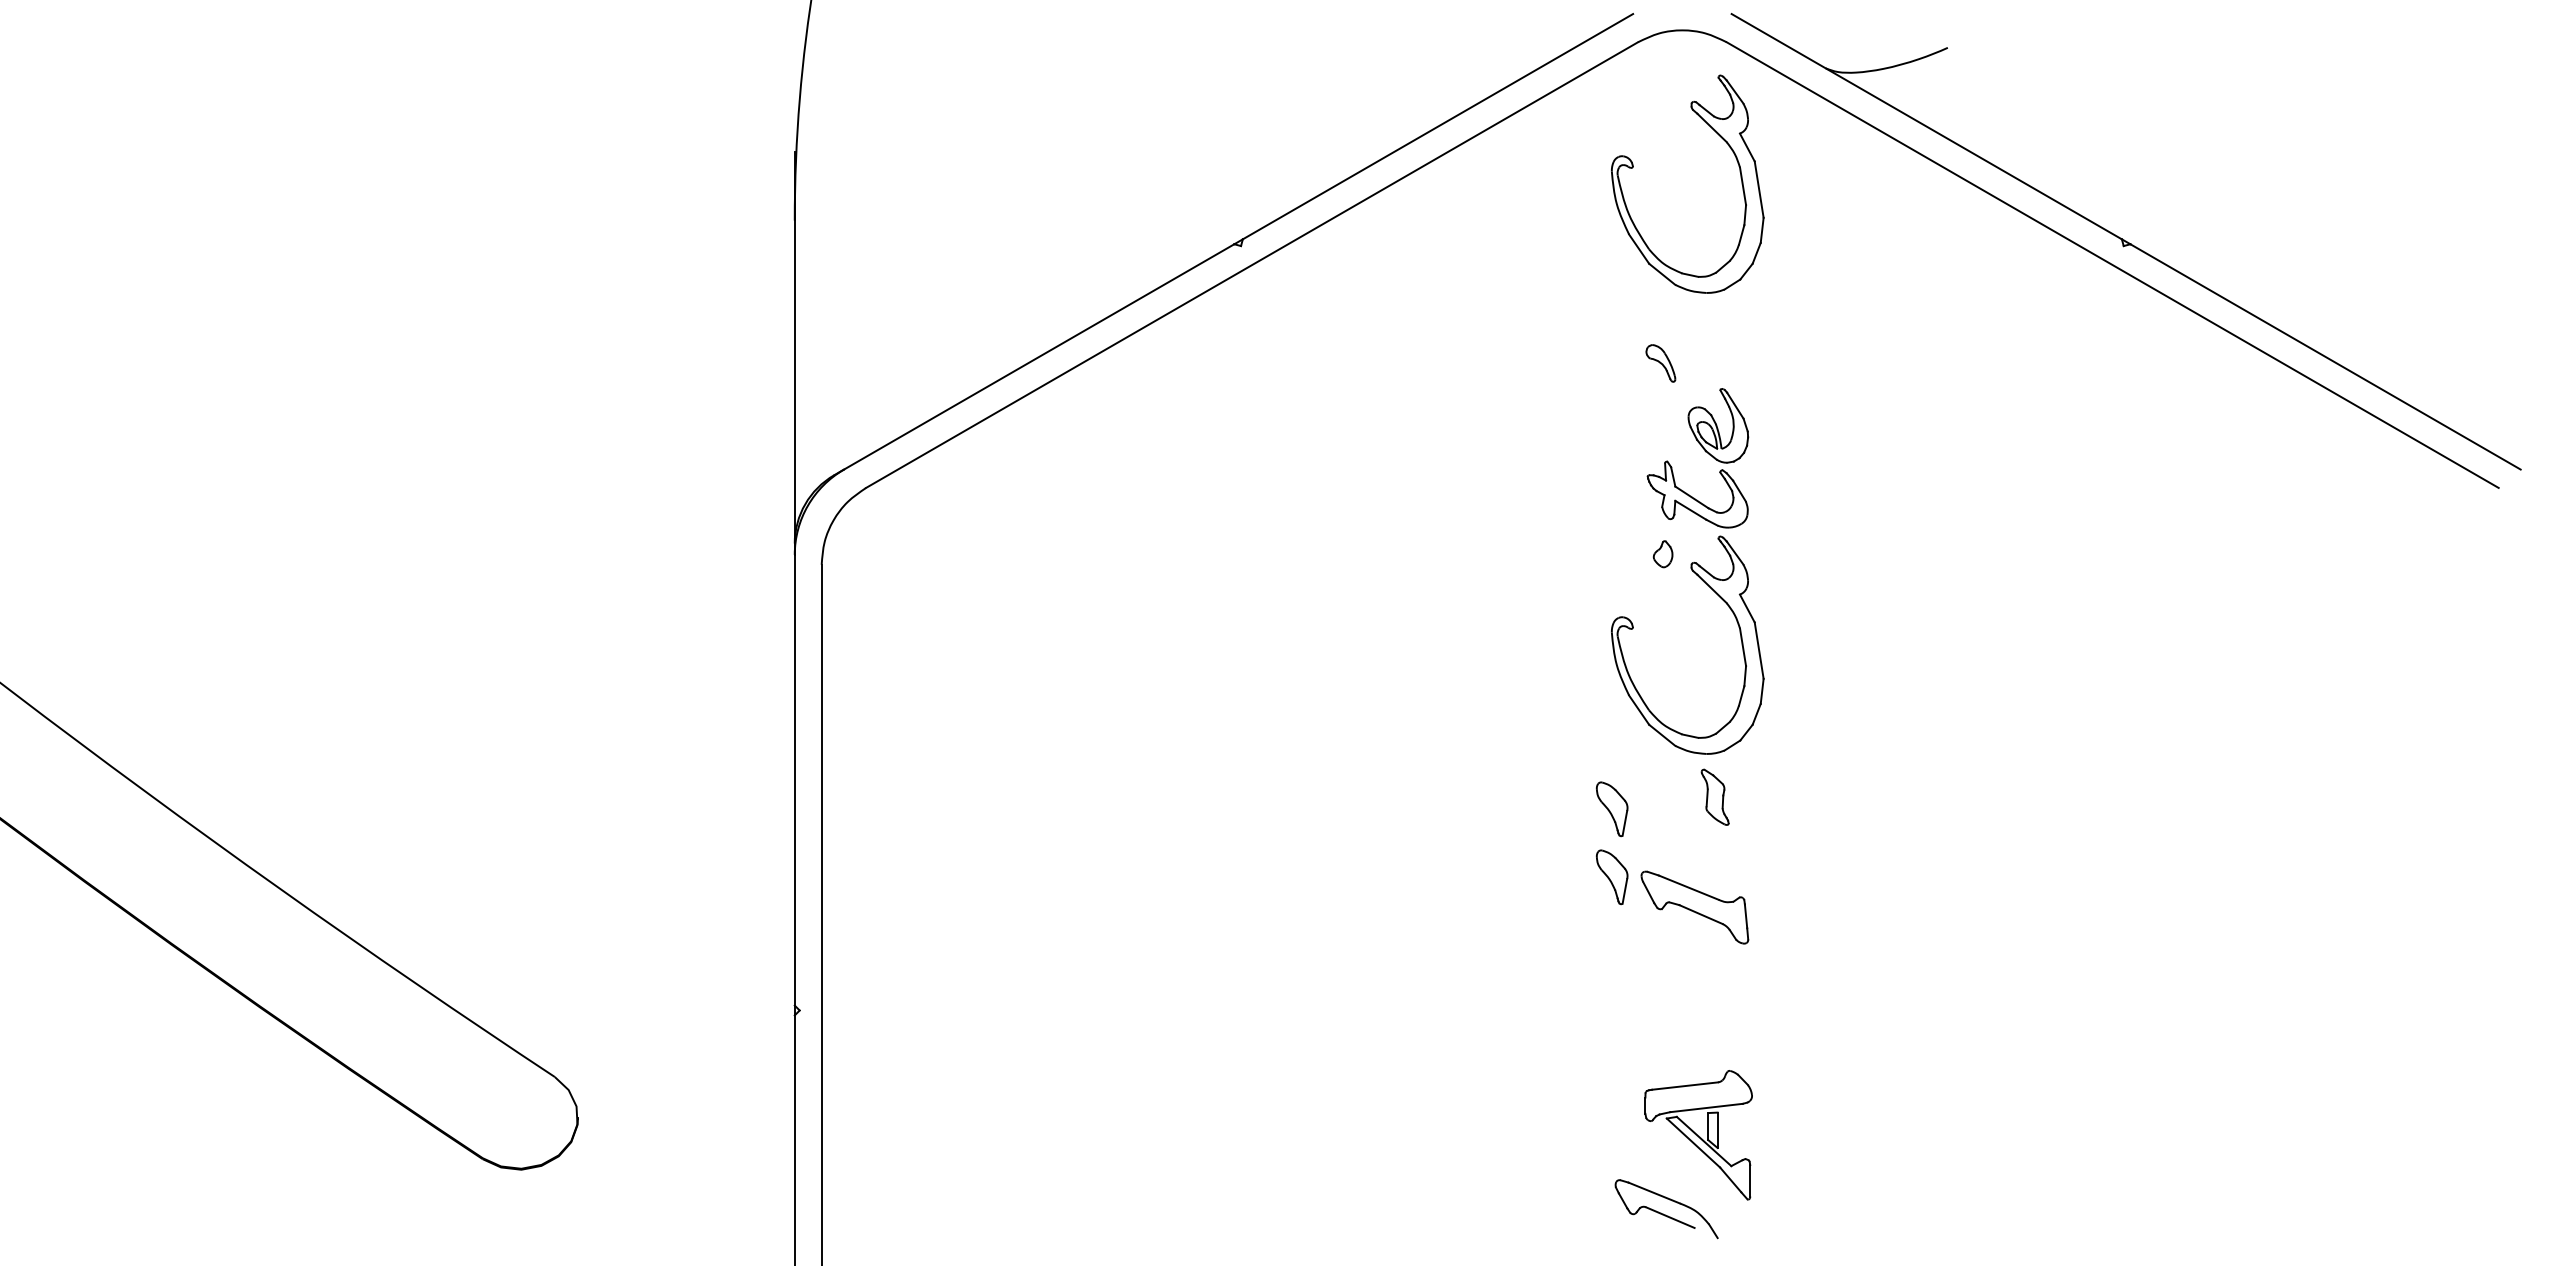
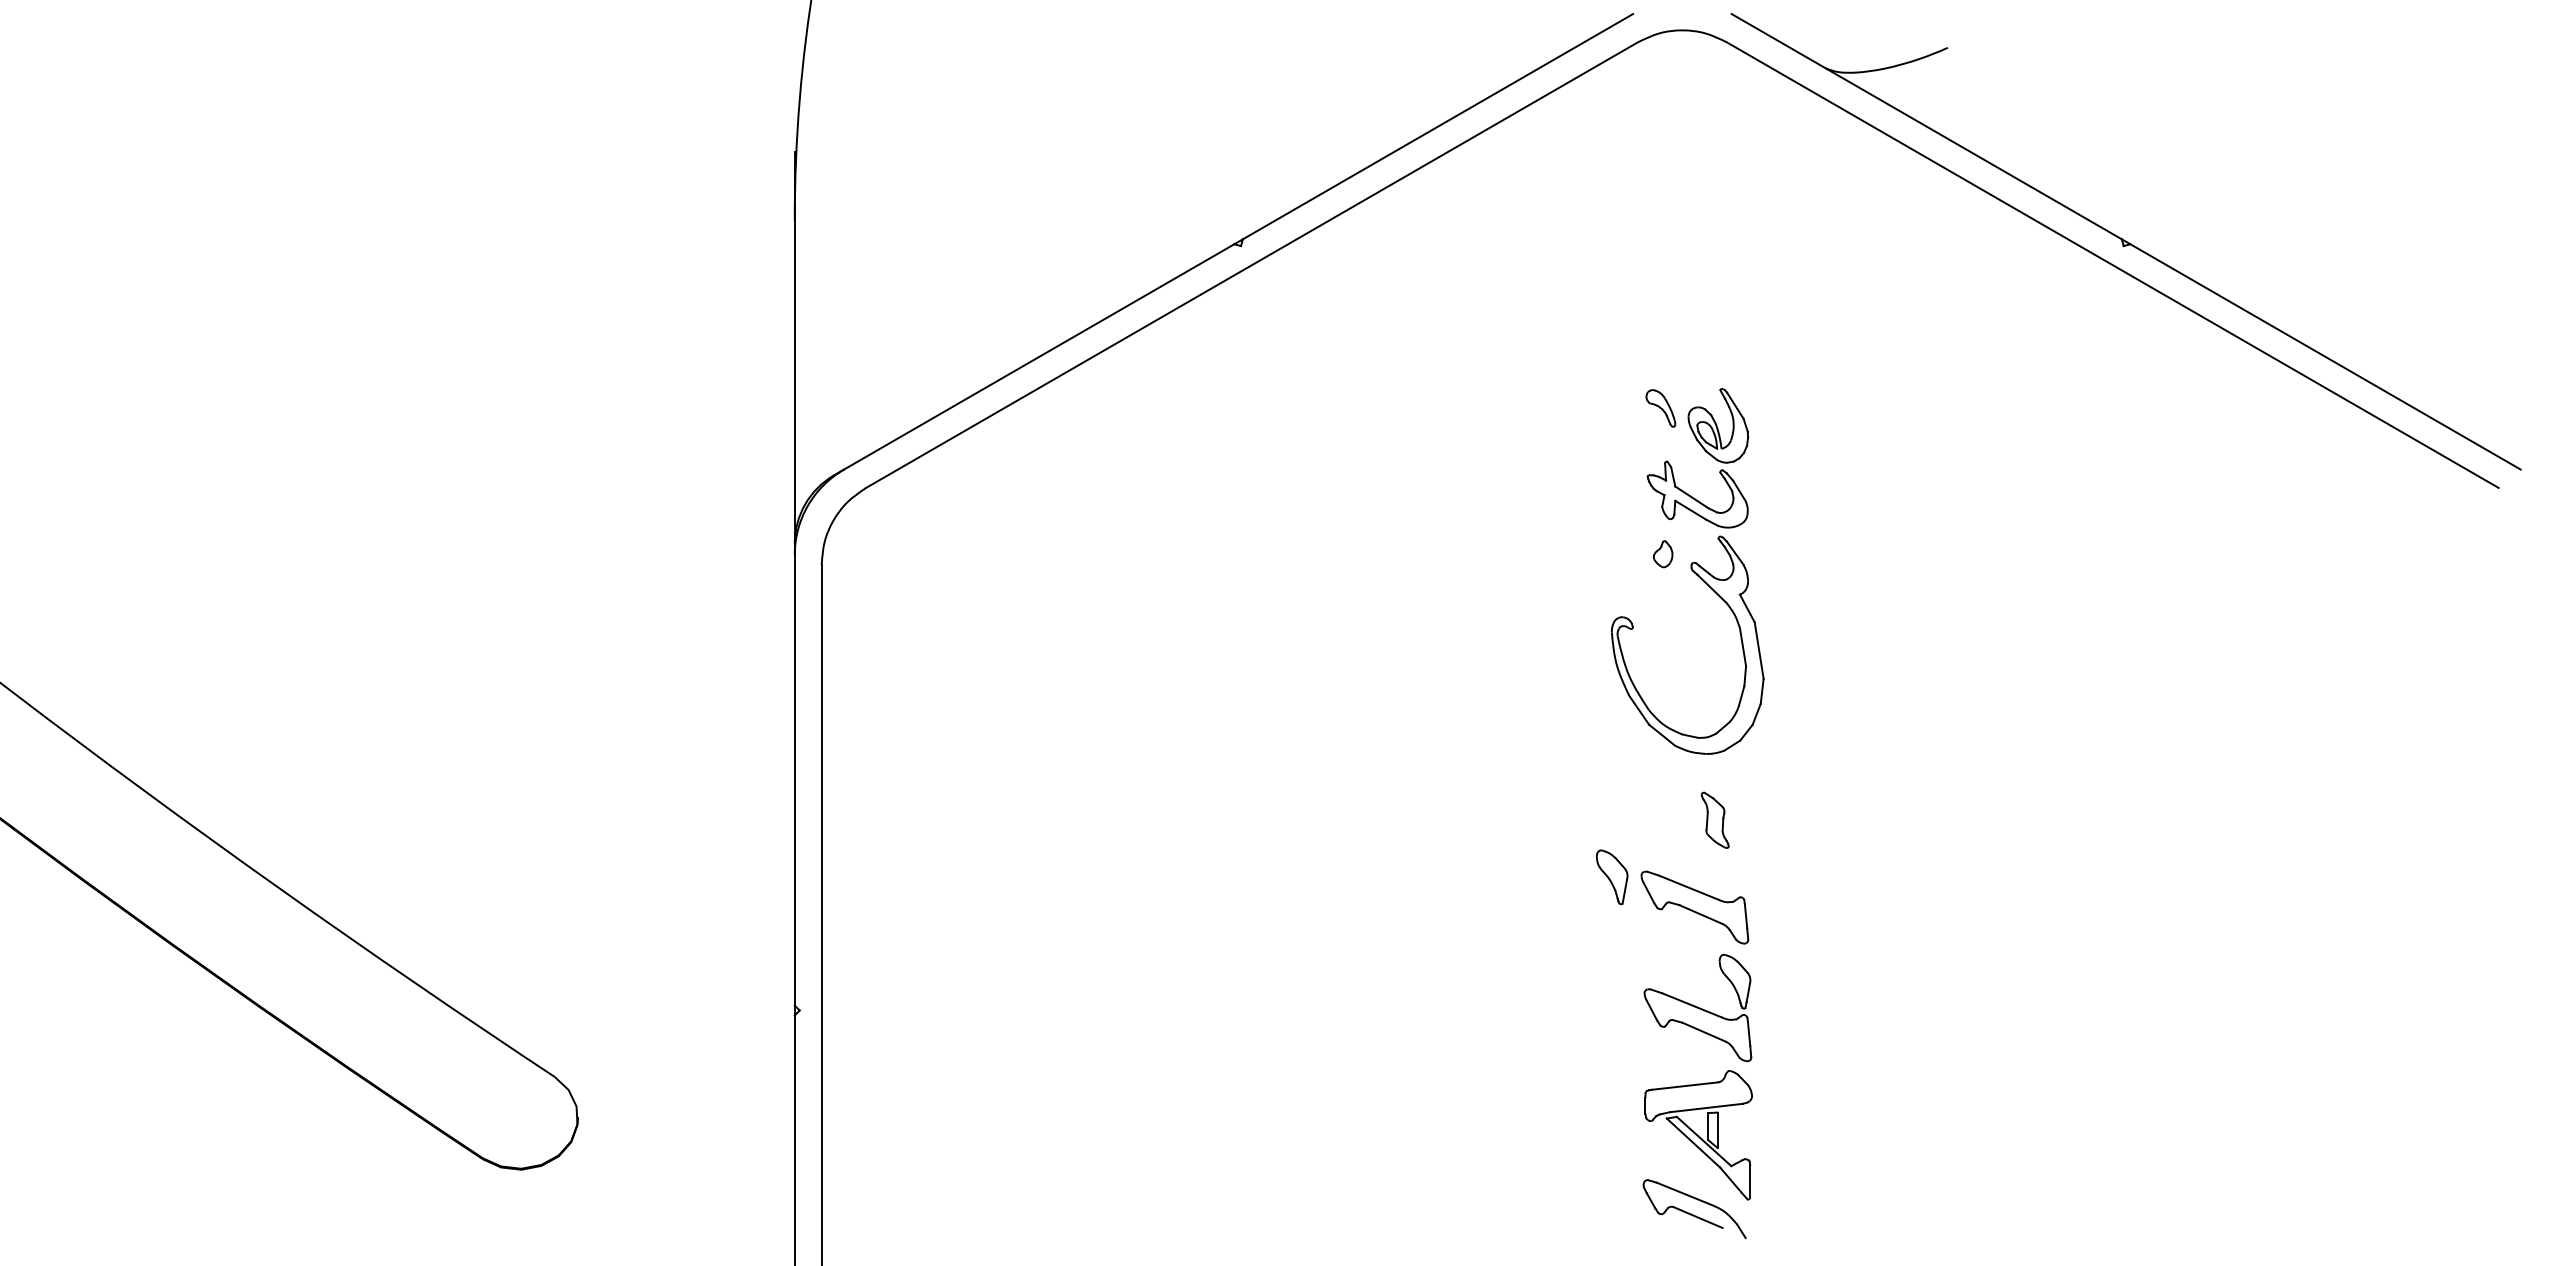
part at (1739, 172): present -> none
part at (1660, 363) position: (1660, 363) -> (1660, 408)
part at (1714, 796) position: (1714, 796) -> (1714, 819)
part at (1611, 809): present -> none
part at (1697, 1007): none -> present
part at (1666, 1209) position: (1666, 1209) -> (1694, 1209)
